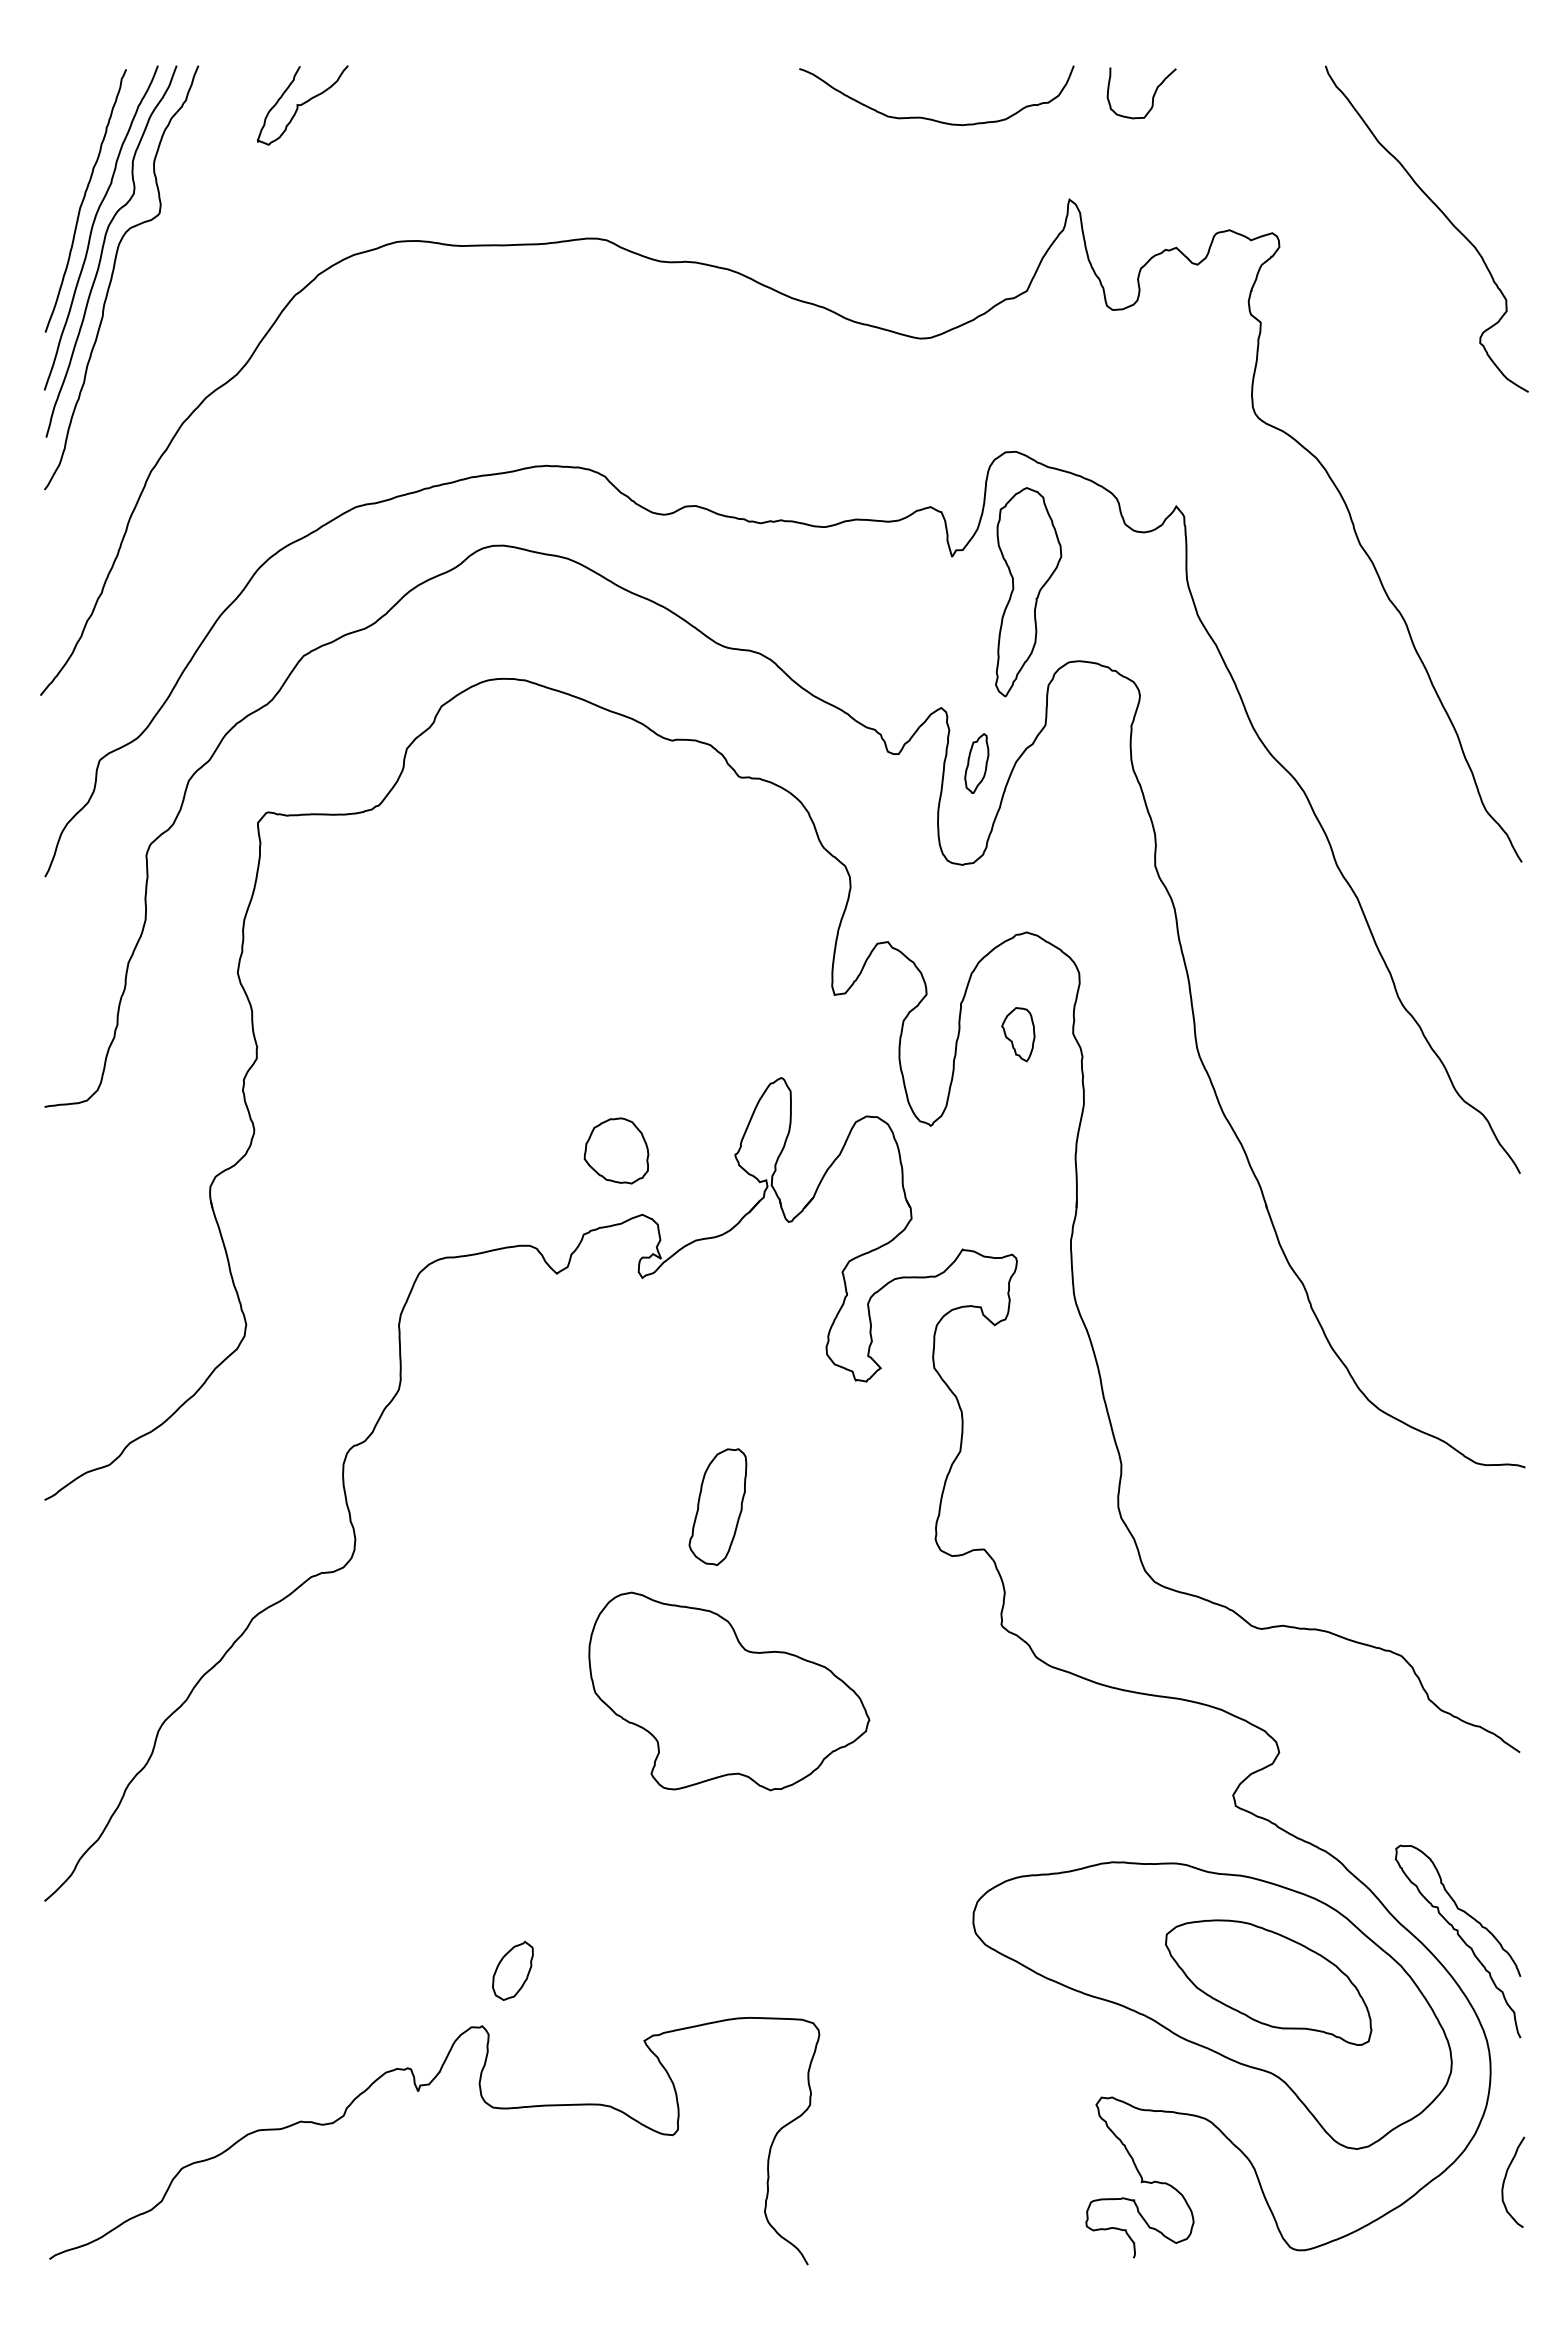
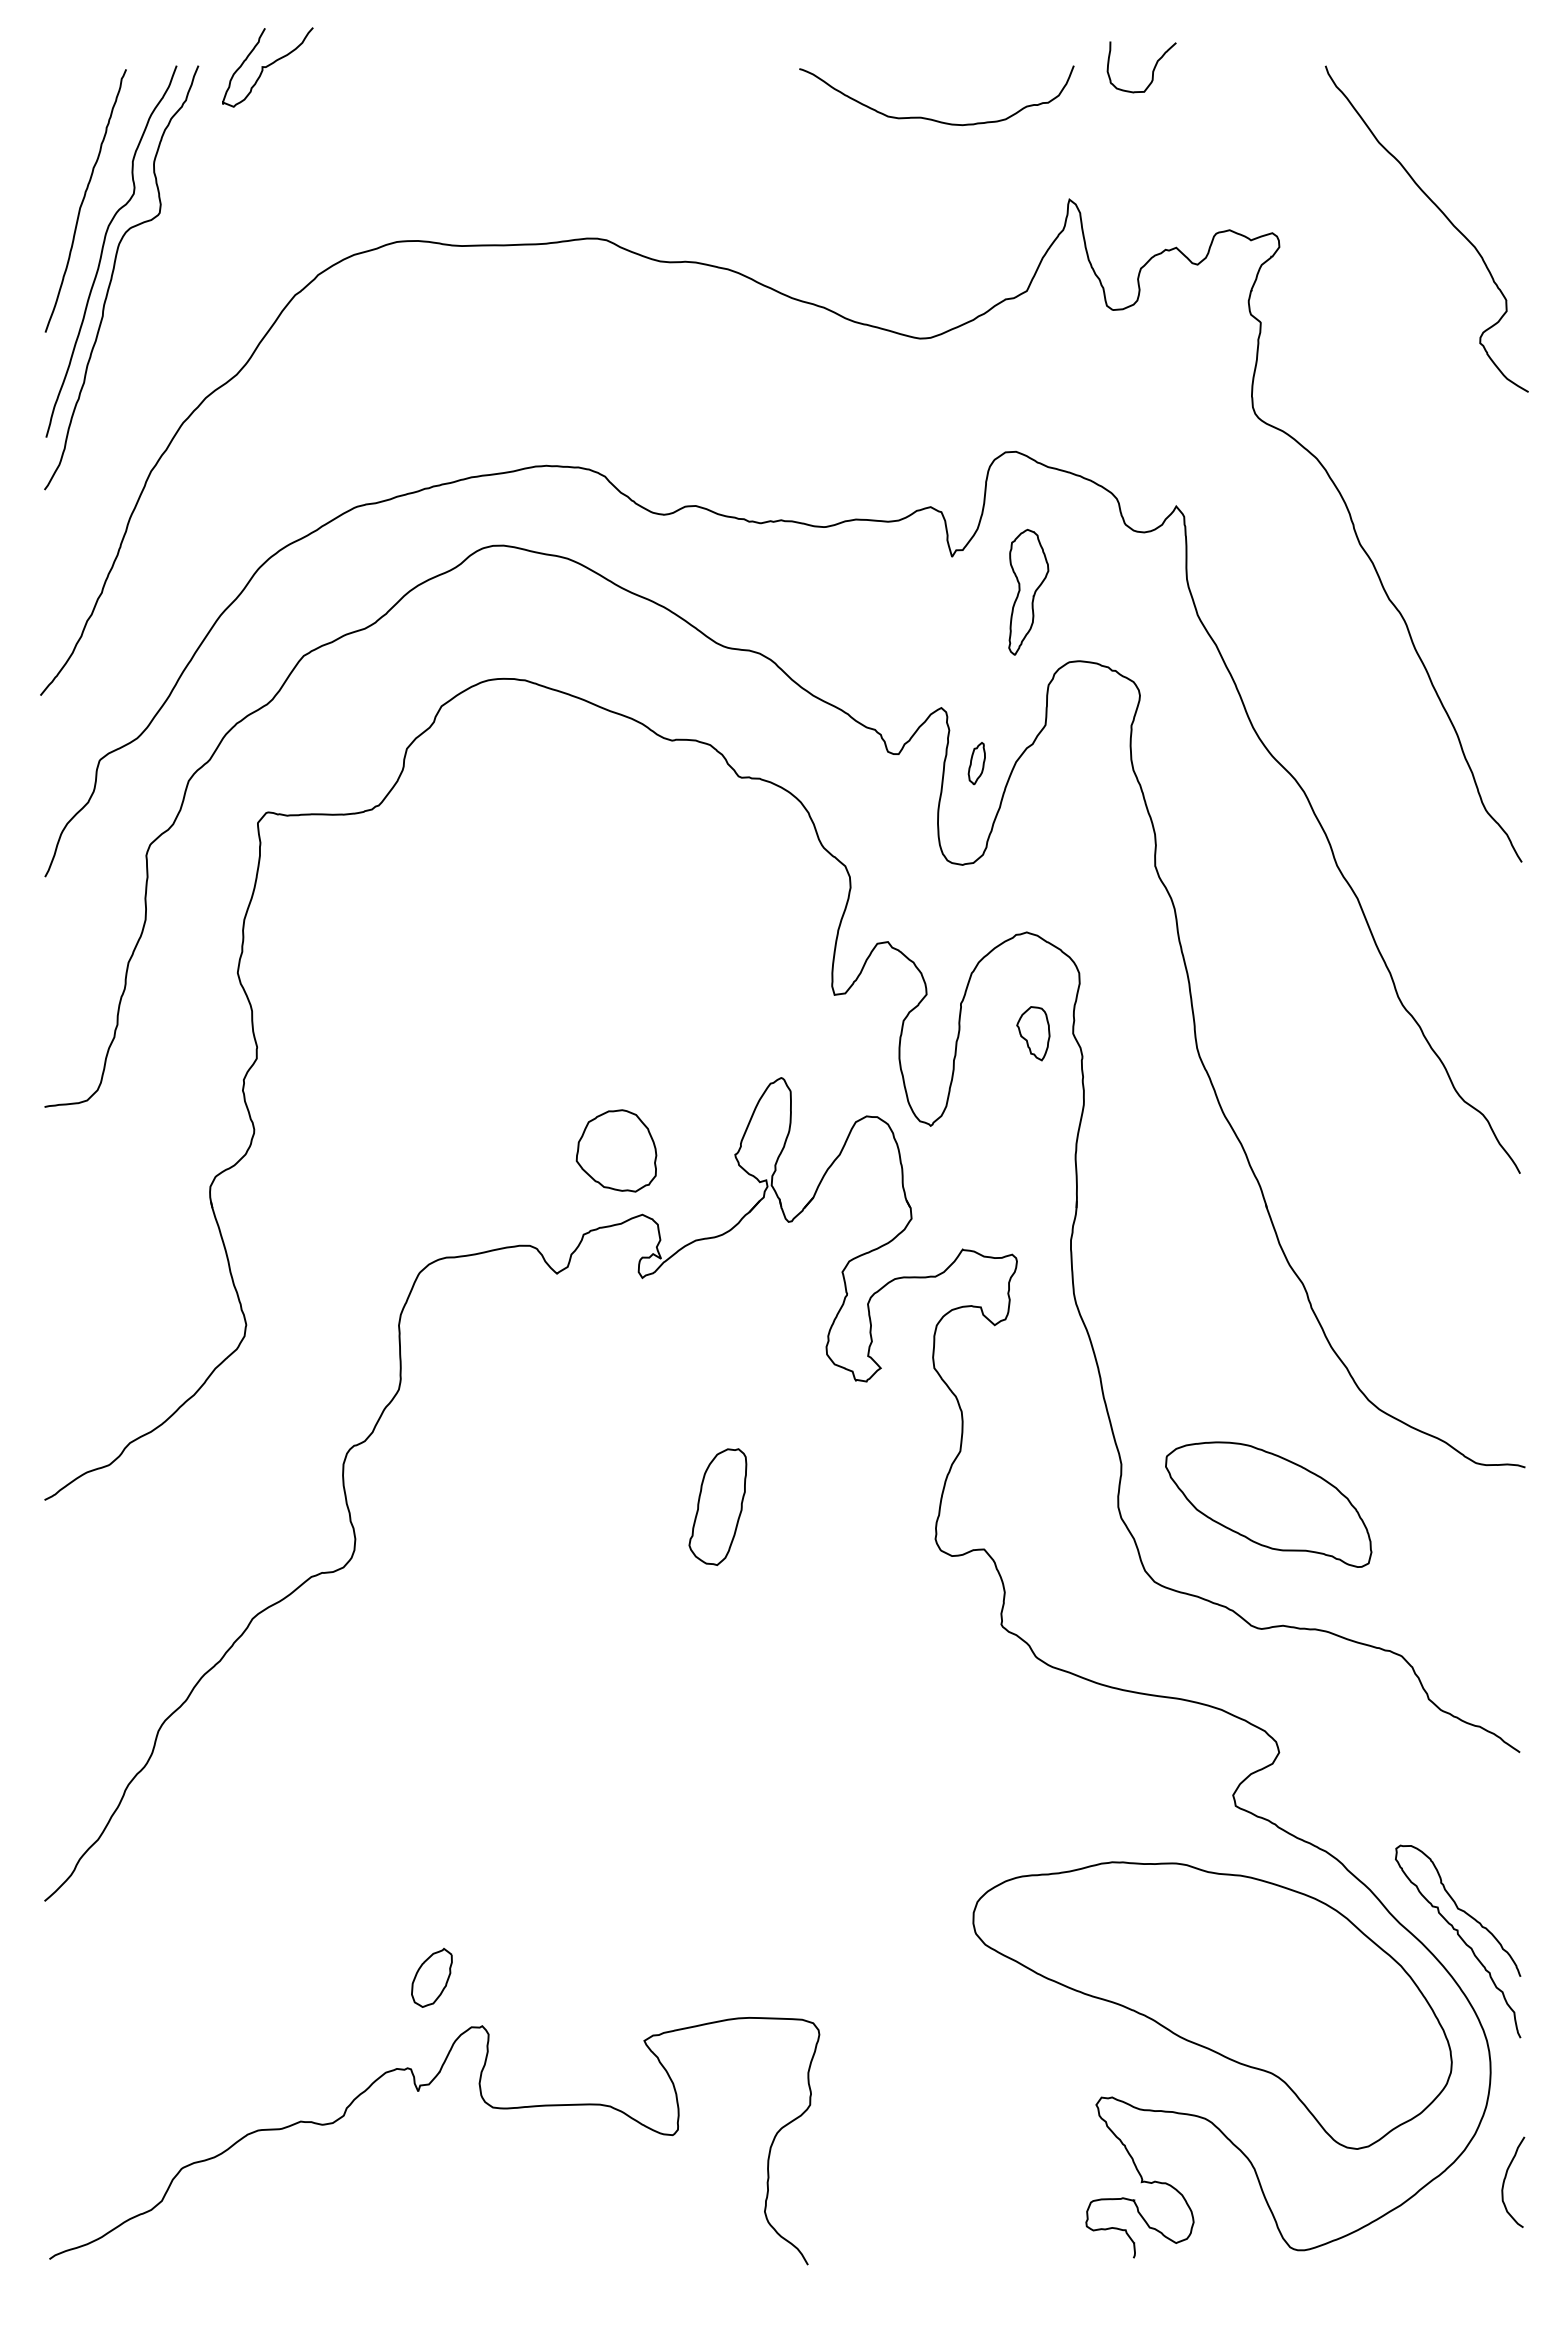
curve at (1152, 96) position: (1152, 96) -> (1152, 70)
curve at (302, 105) position: (302, 105) -> (267, 67)
curve at (93, 227): present -> none
part at (1028, 592) size: 68x211 px -> 42x128 px
part at (976, 763) size: 26x61 px -> 19x44 px
part at (1018, 1034) position: (1018, 1034) -> (1033, 1033)
part at (616, 1150) size: 67x68 px -> 83x84 px
part at (729, 1691): present -> none
part at (512, 1970) position: (512, 1970) -> (431, 1977)
part at (1268, 1982) position: (1268, 1982) -> (1268, 1504)
